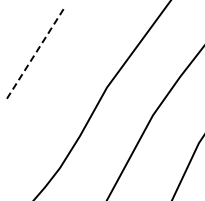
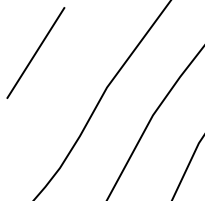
line at (36, 52): dashed -> solid
